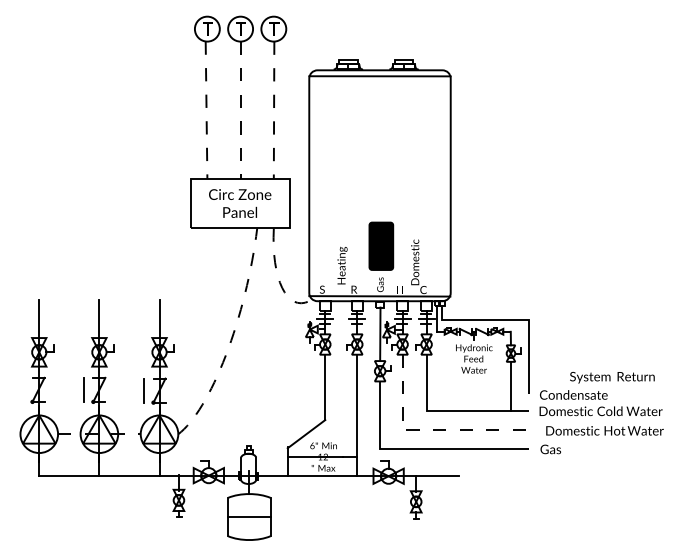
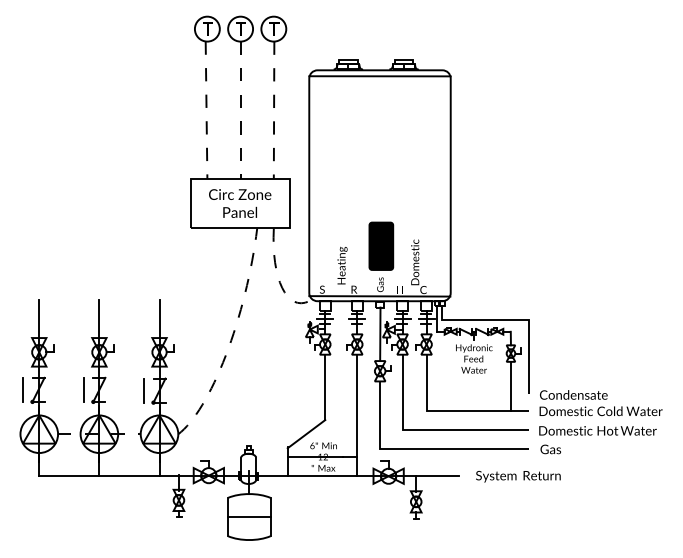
text at (612, 377) position: (612, 377) -> (518, 476)
line at (23, 389): none -> present
line at (427, 430): dashed -> solid
text at (604, 430) position: (604, 430) -> (597, 430)
